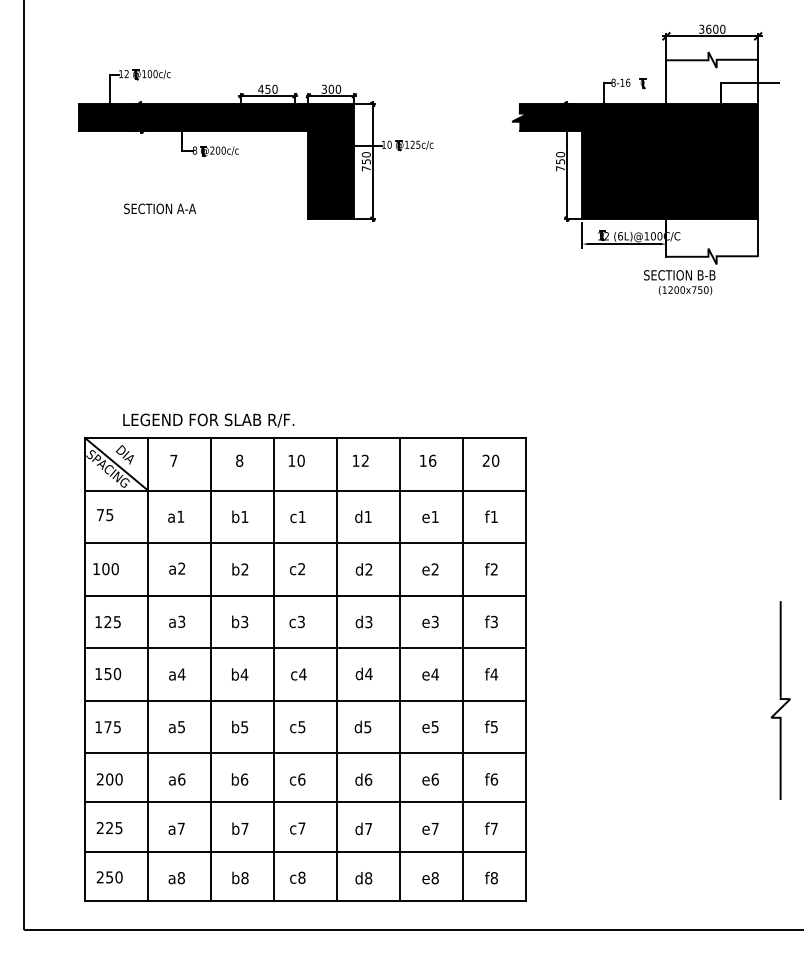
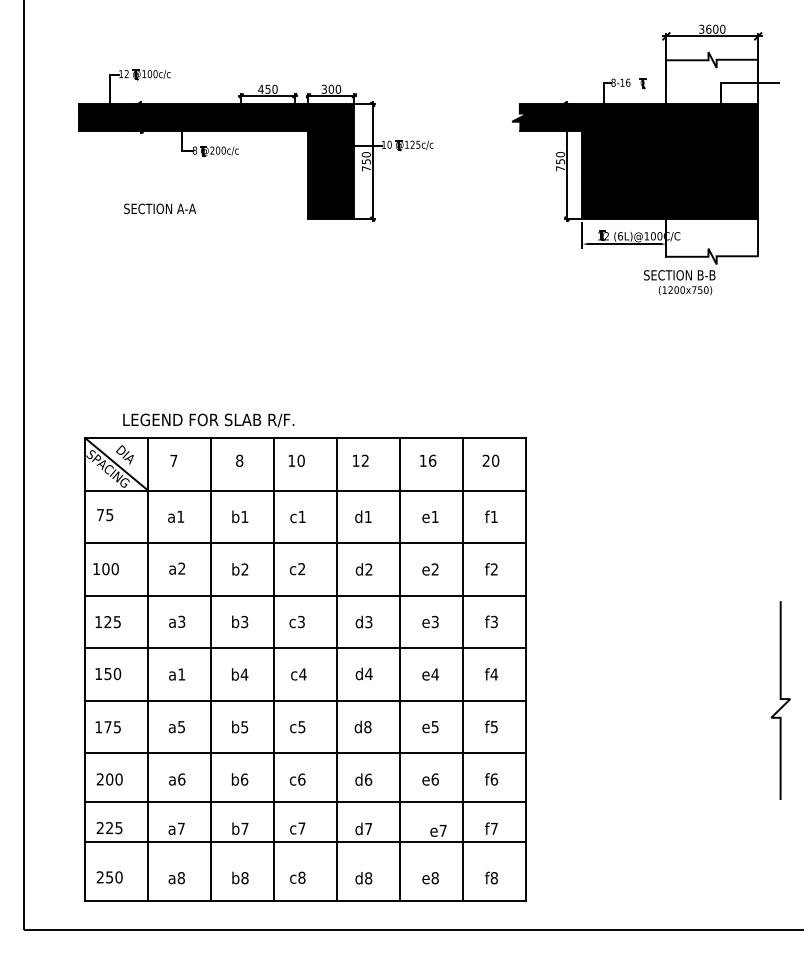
text at (181, 674): a4 -> a1
text at (367, 727): d5 -> d8
text at (430, 828) position: (430, 828) -> (438, 830)
line at (305, 851) position: (305, 851) -> (305, 841)
